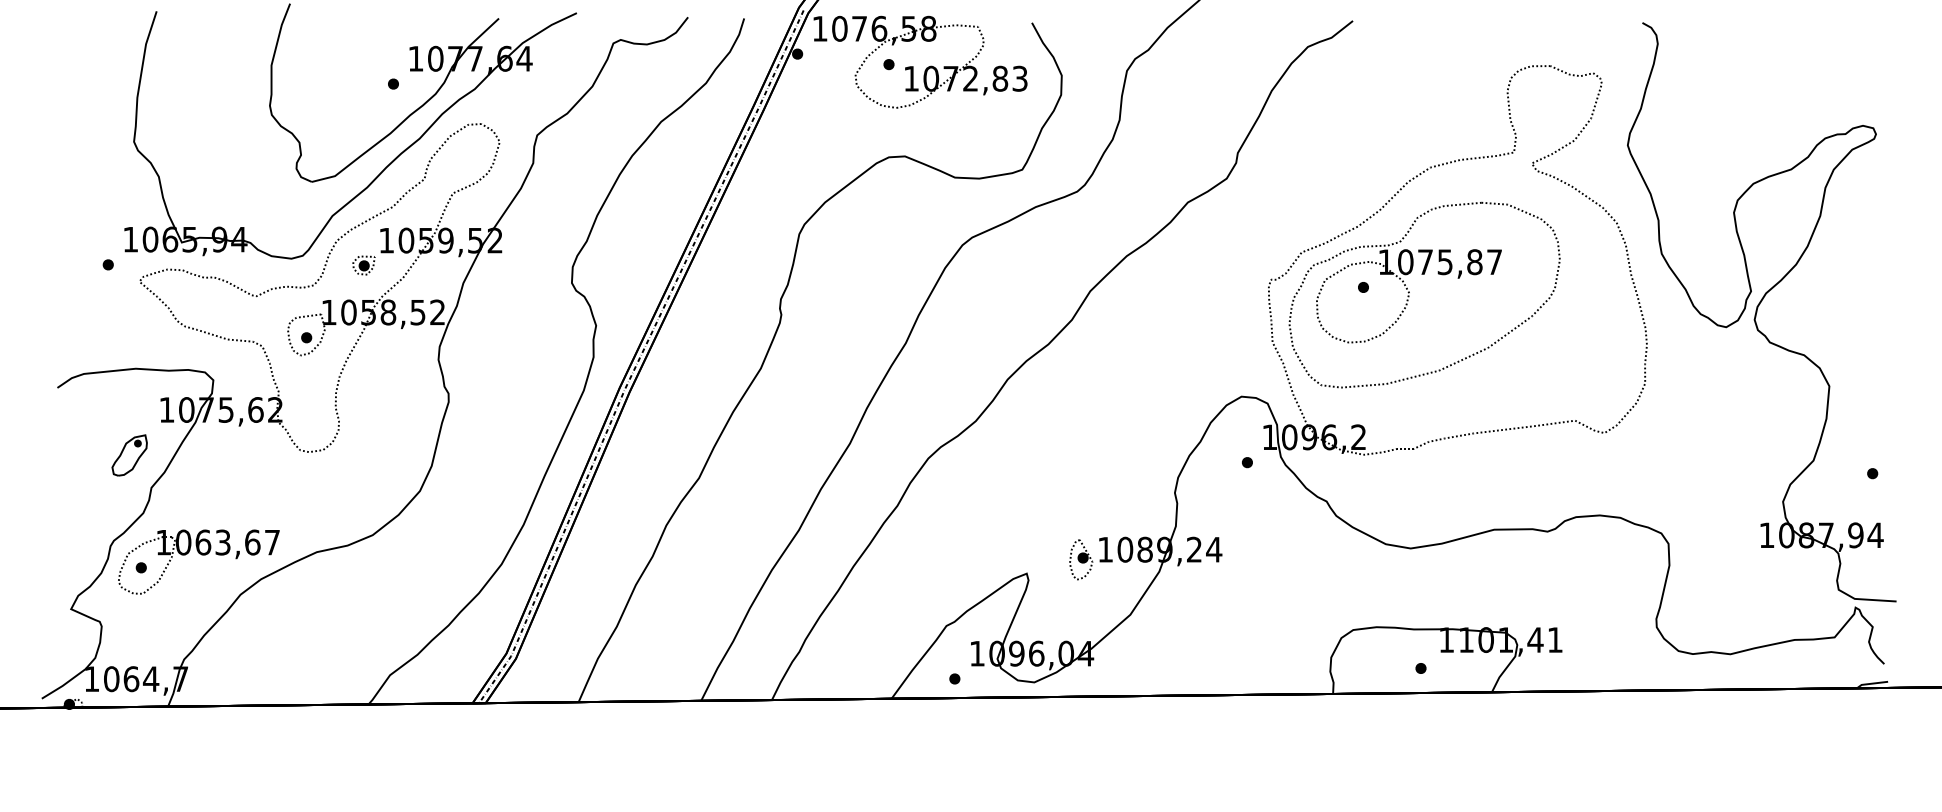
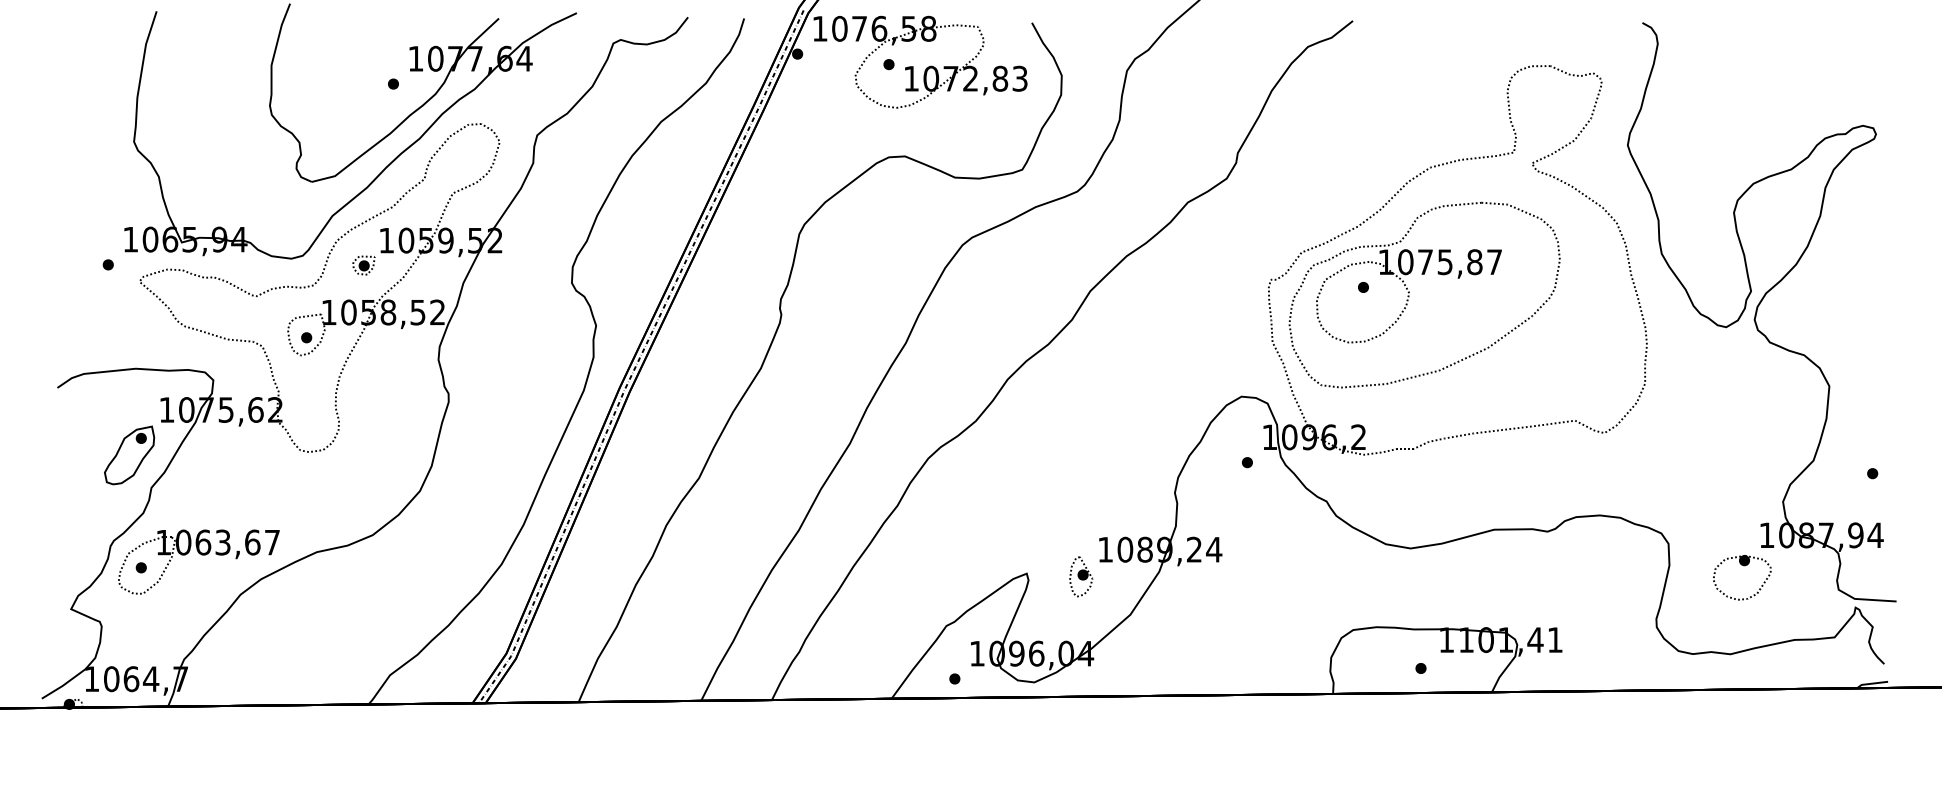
part at (129, 455) size: 37x43 px -> 52x61 px
part at (1081, 559) position: (1081, 559) -> (1081, 576)
part at (1743, 566): none -> present
